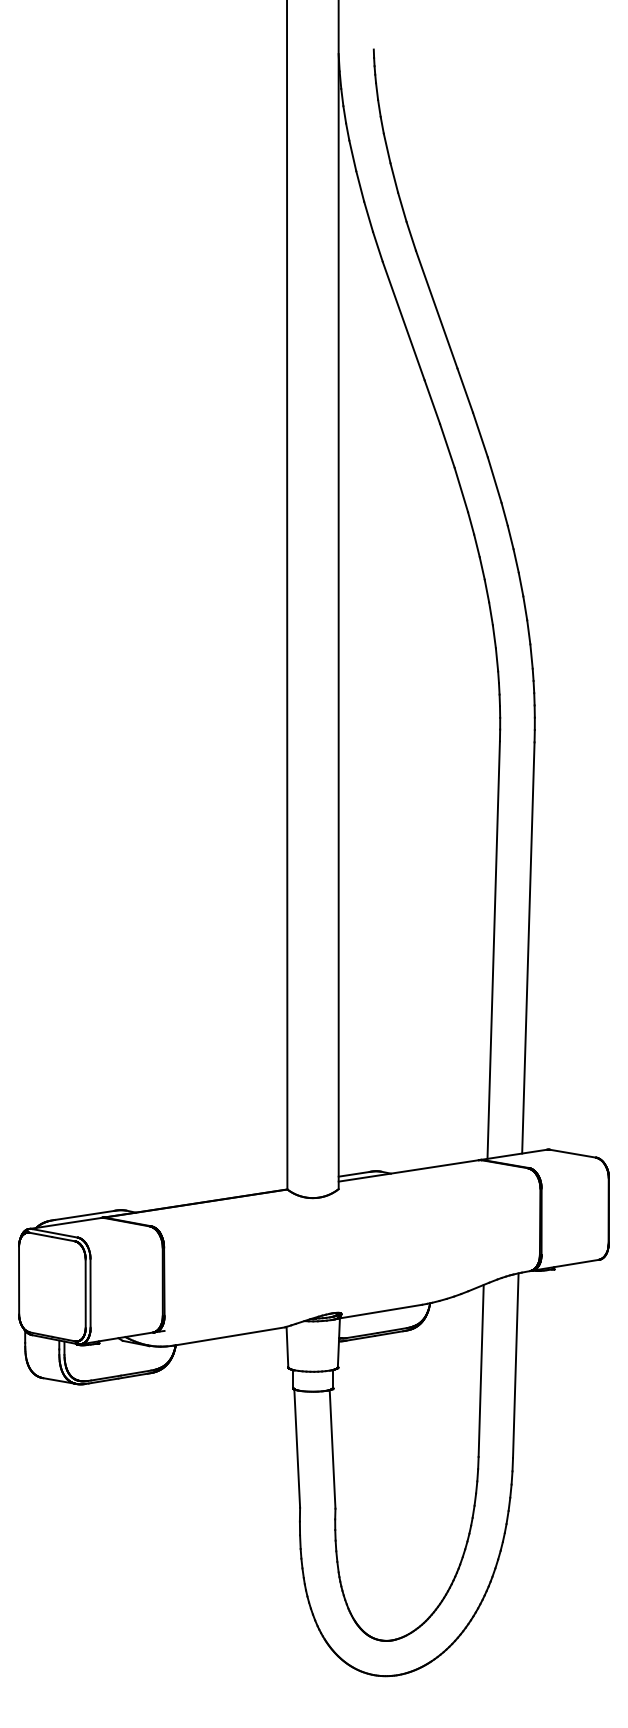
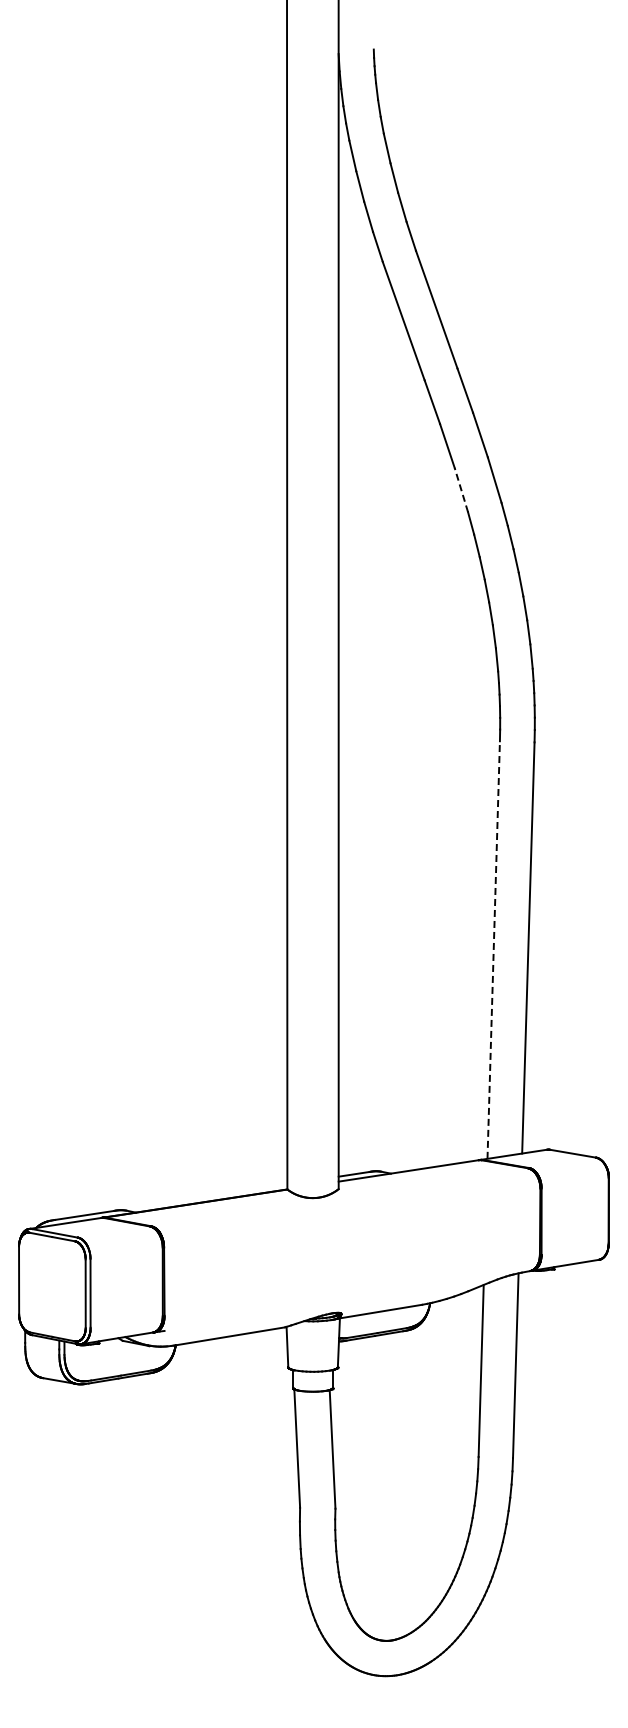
line at (461, 489): solid -> dashed
line at (493, 950): solid -> dashed
